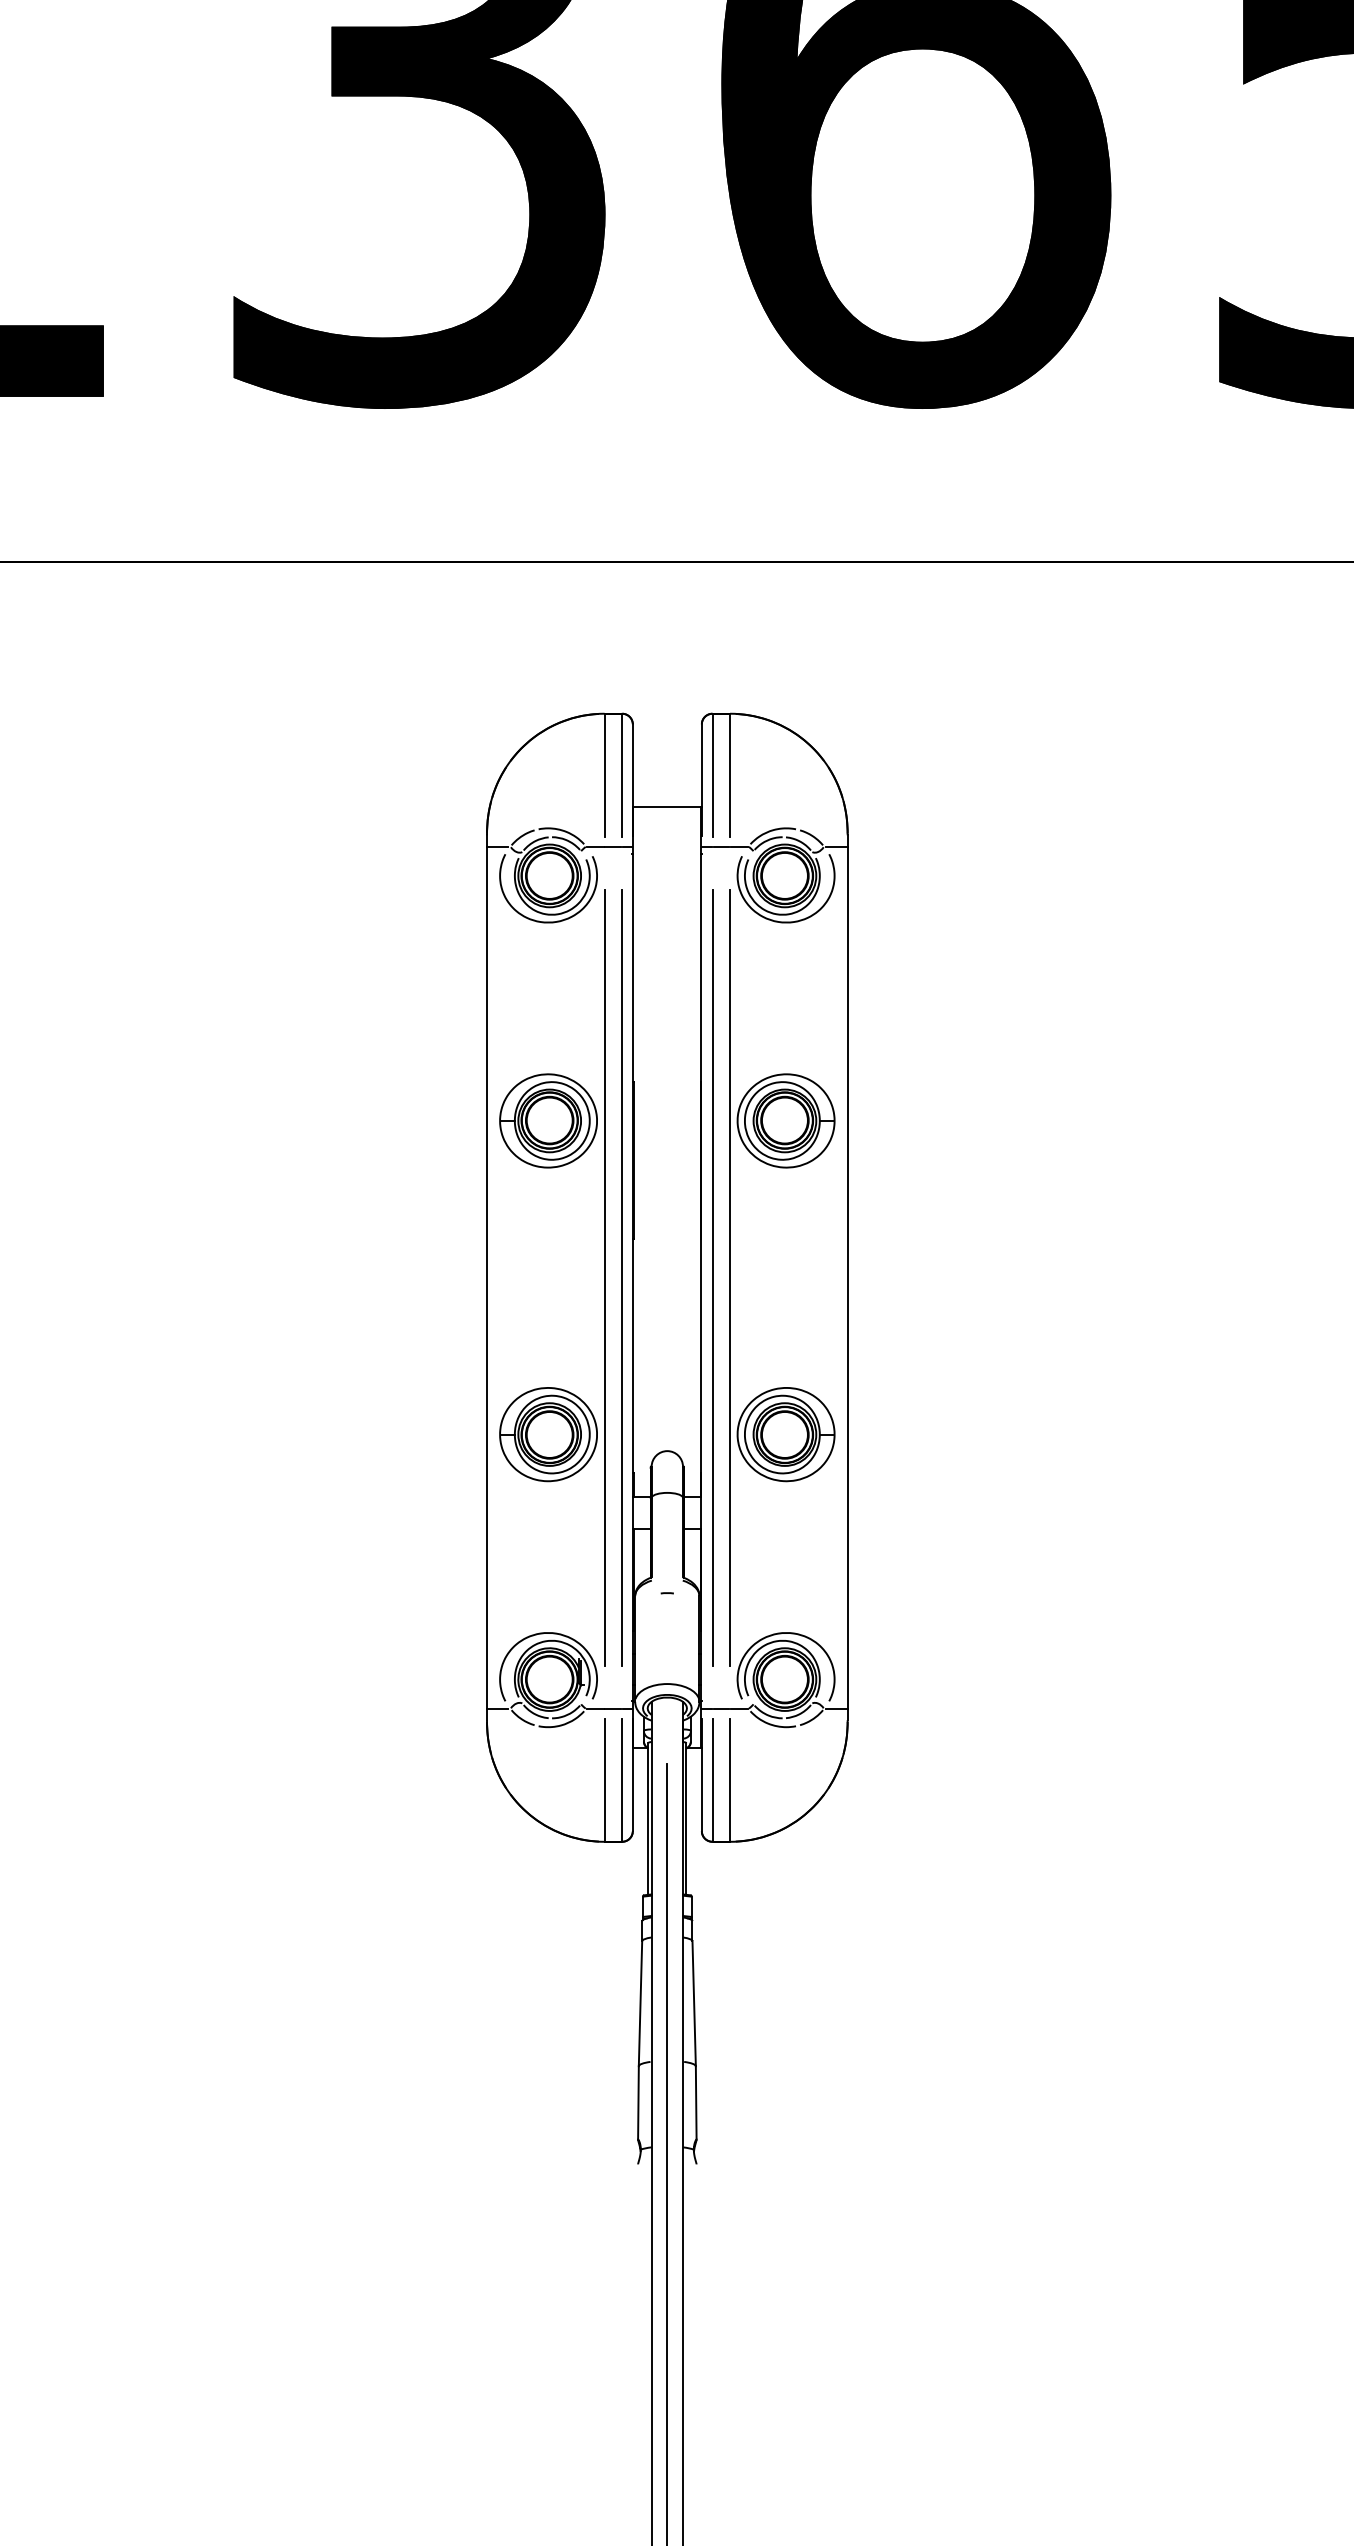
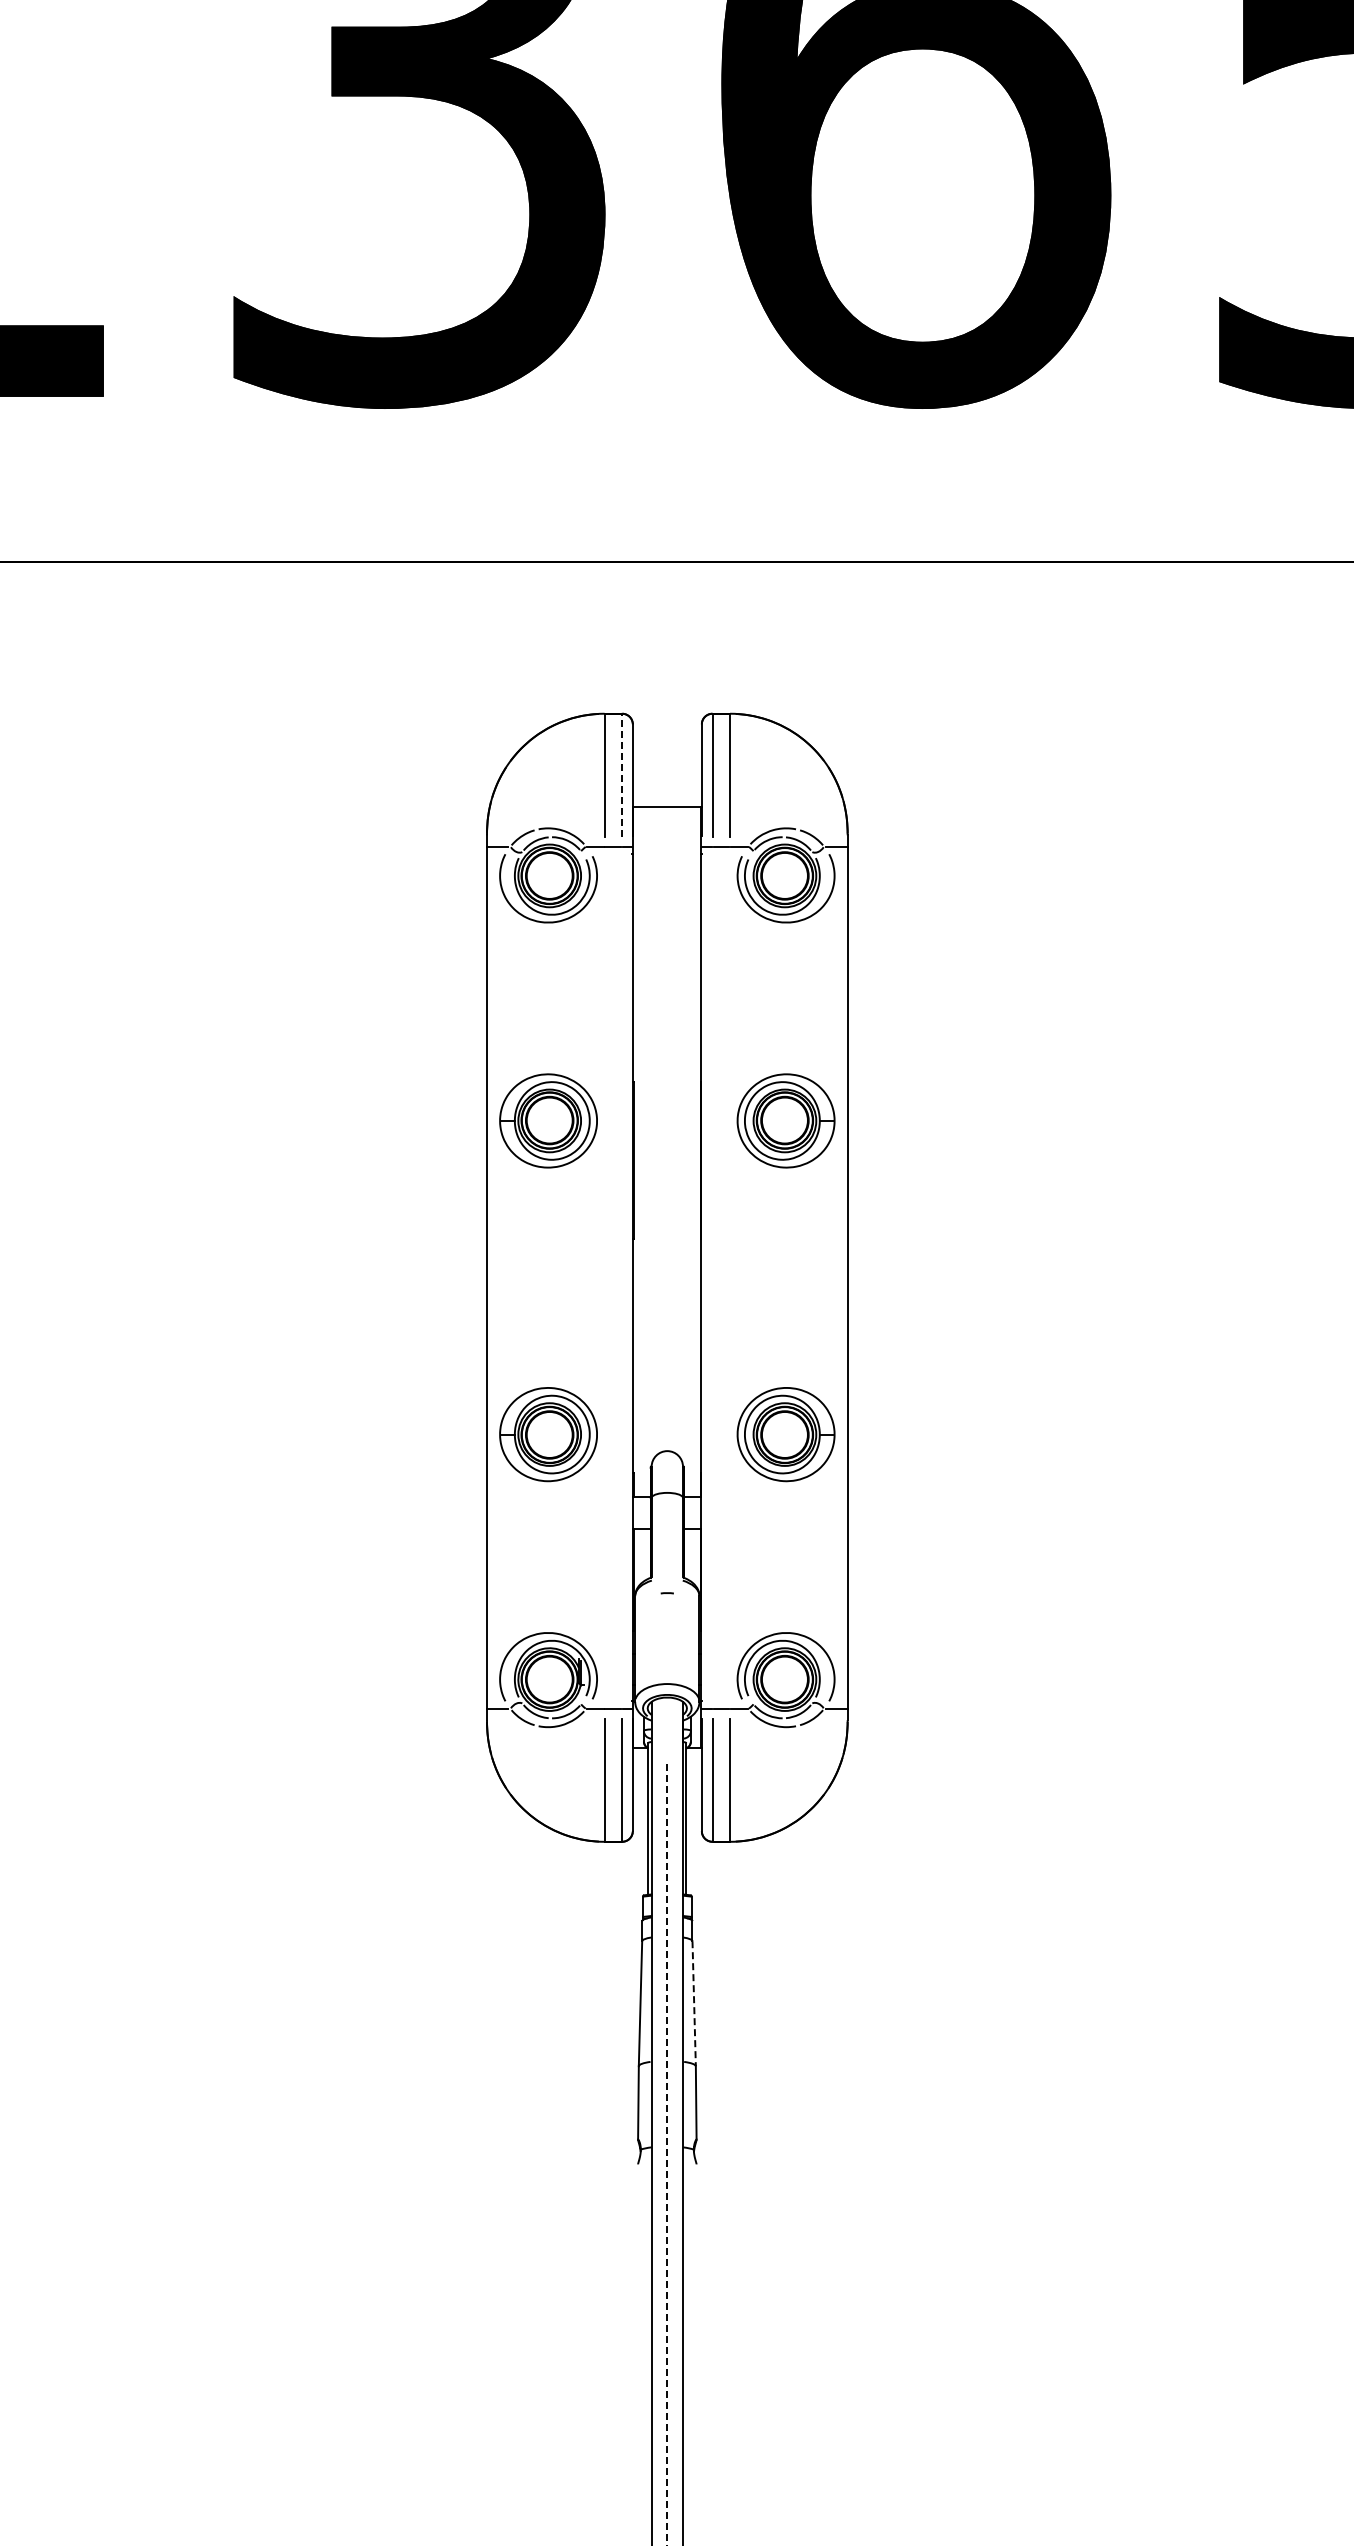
line at (621, 775): solid -> dashed
line at (604, 1277): present -> none
line at (621, 1277): present -> none
line at (712, 1277): present -> none
line at (730, 1277): present -> none
line at (694, 2003): solid -> dashed
line at (667, 2155): solid -> dashed
